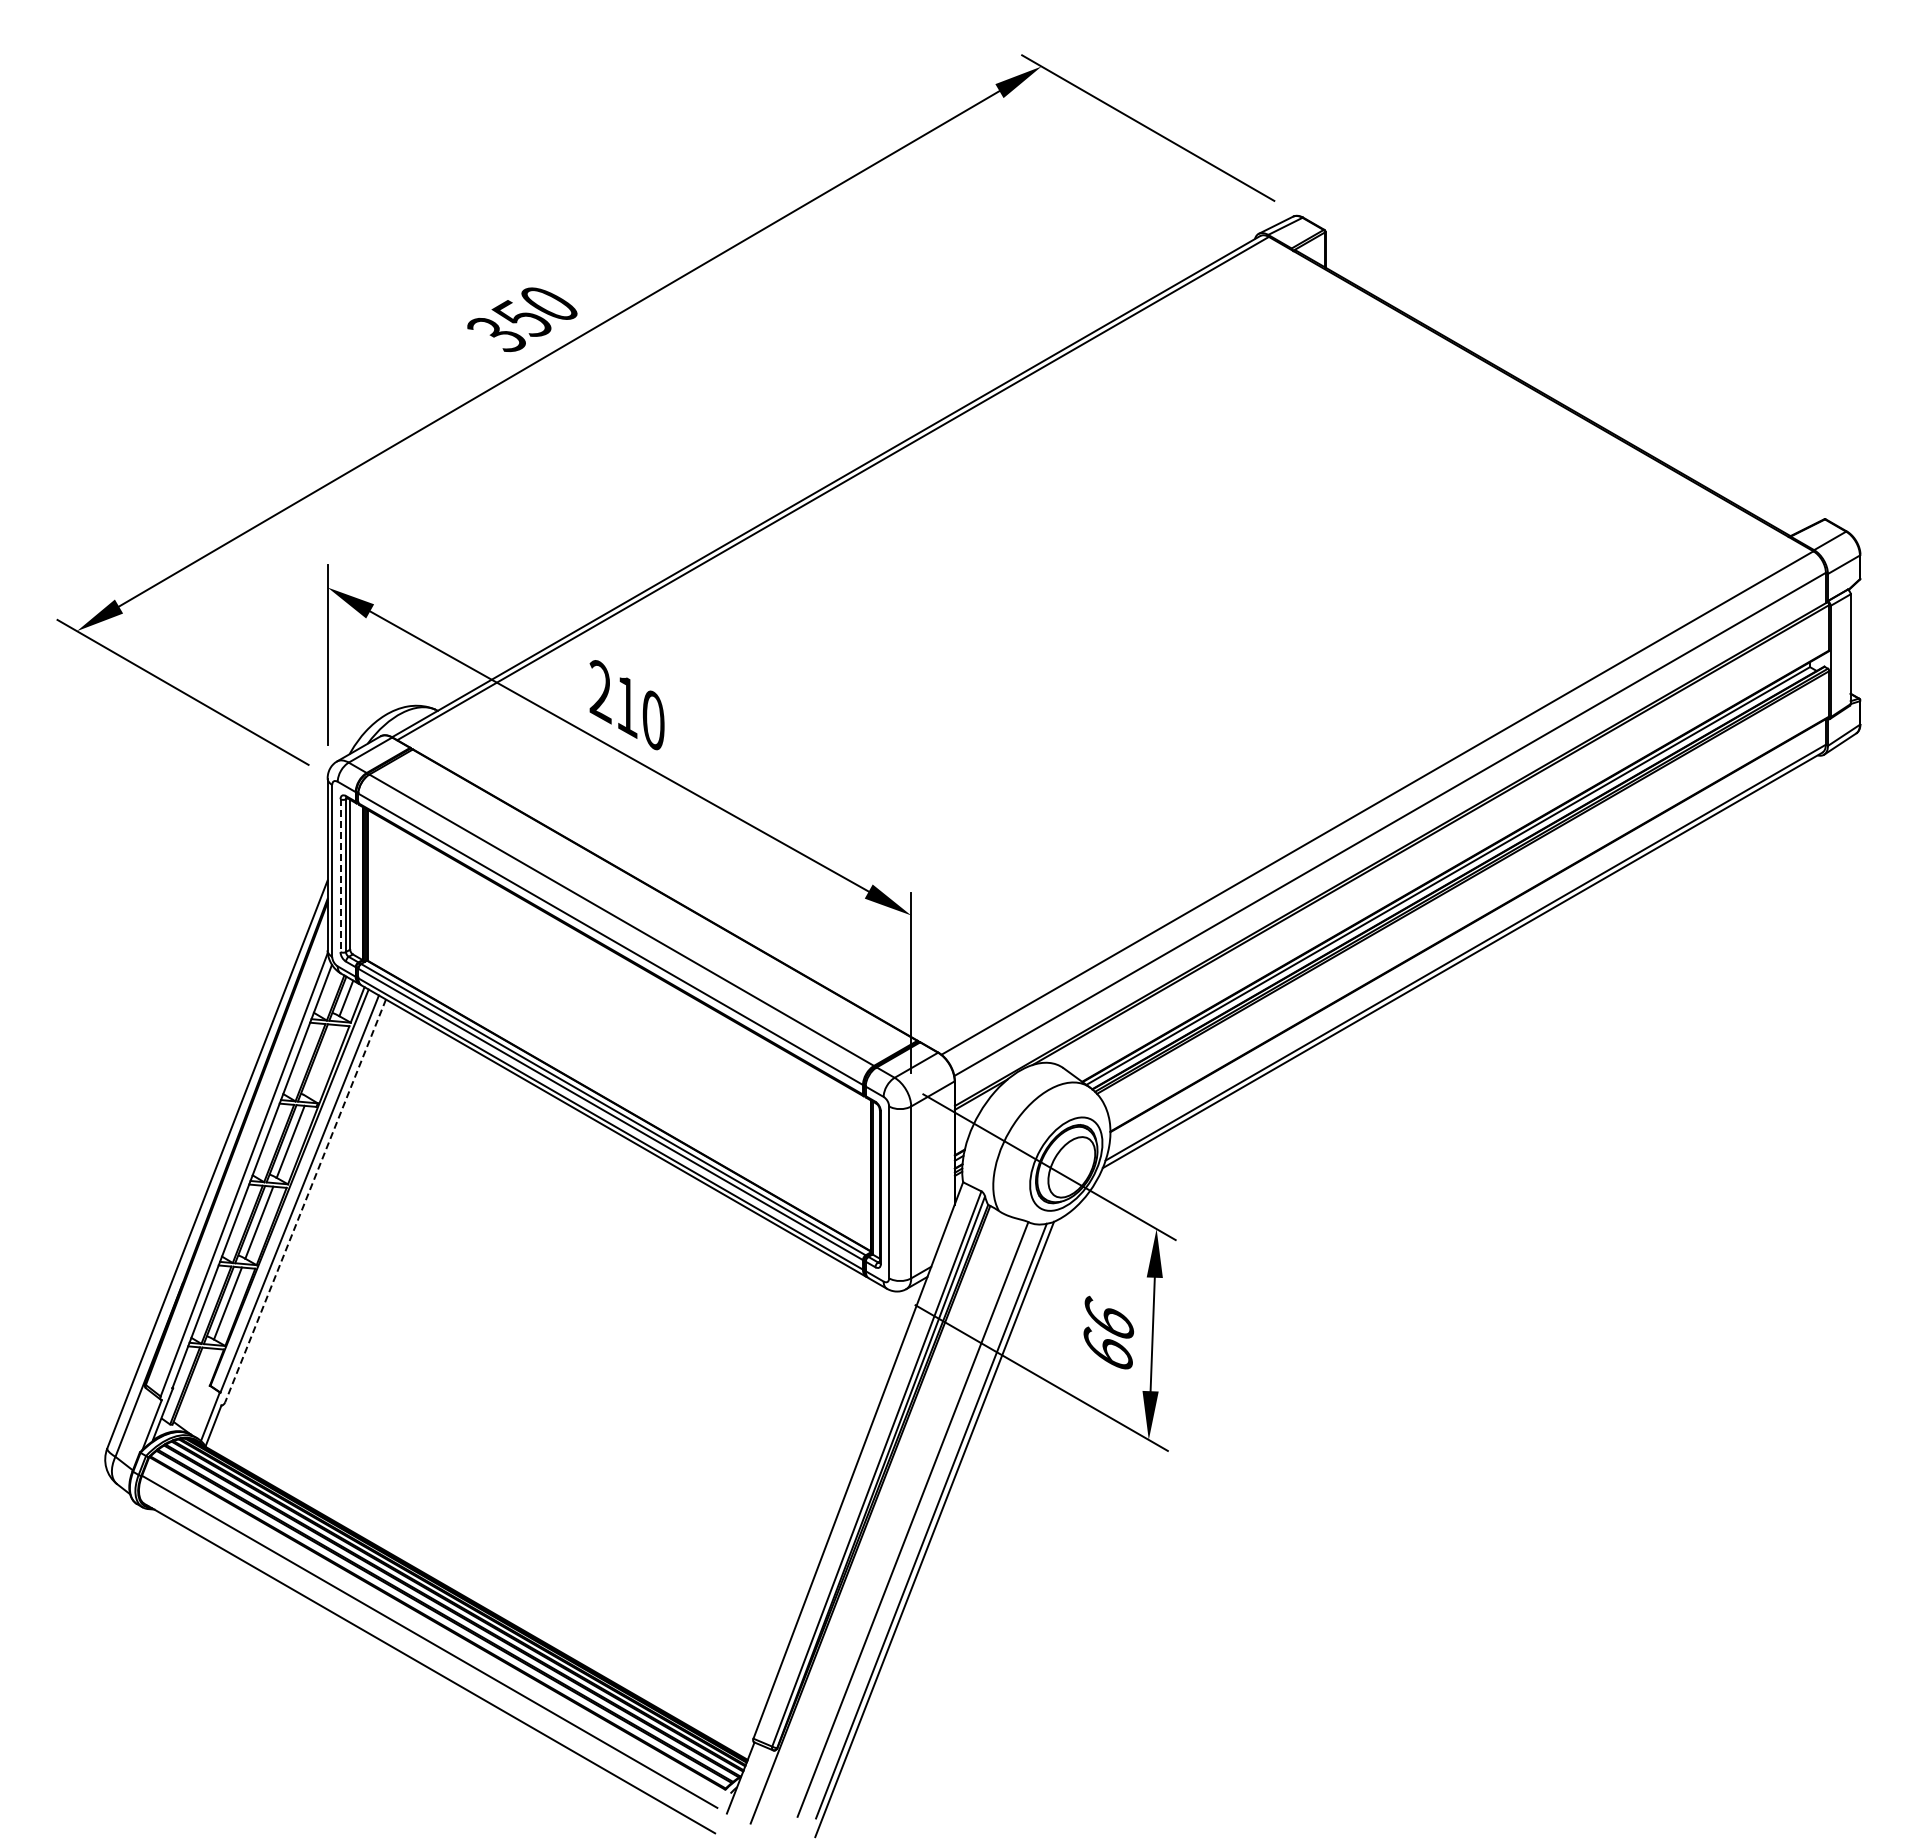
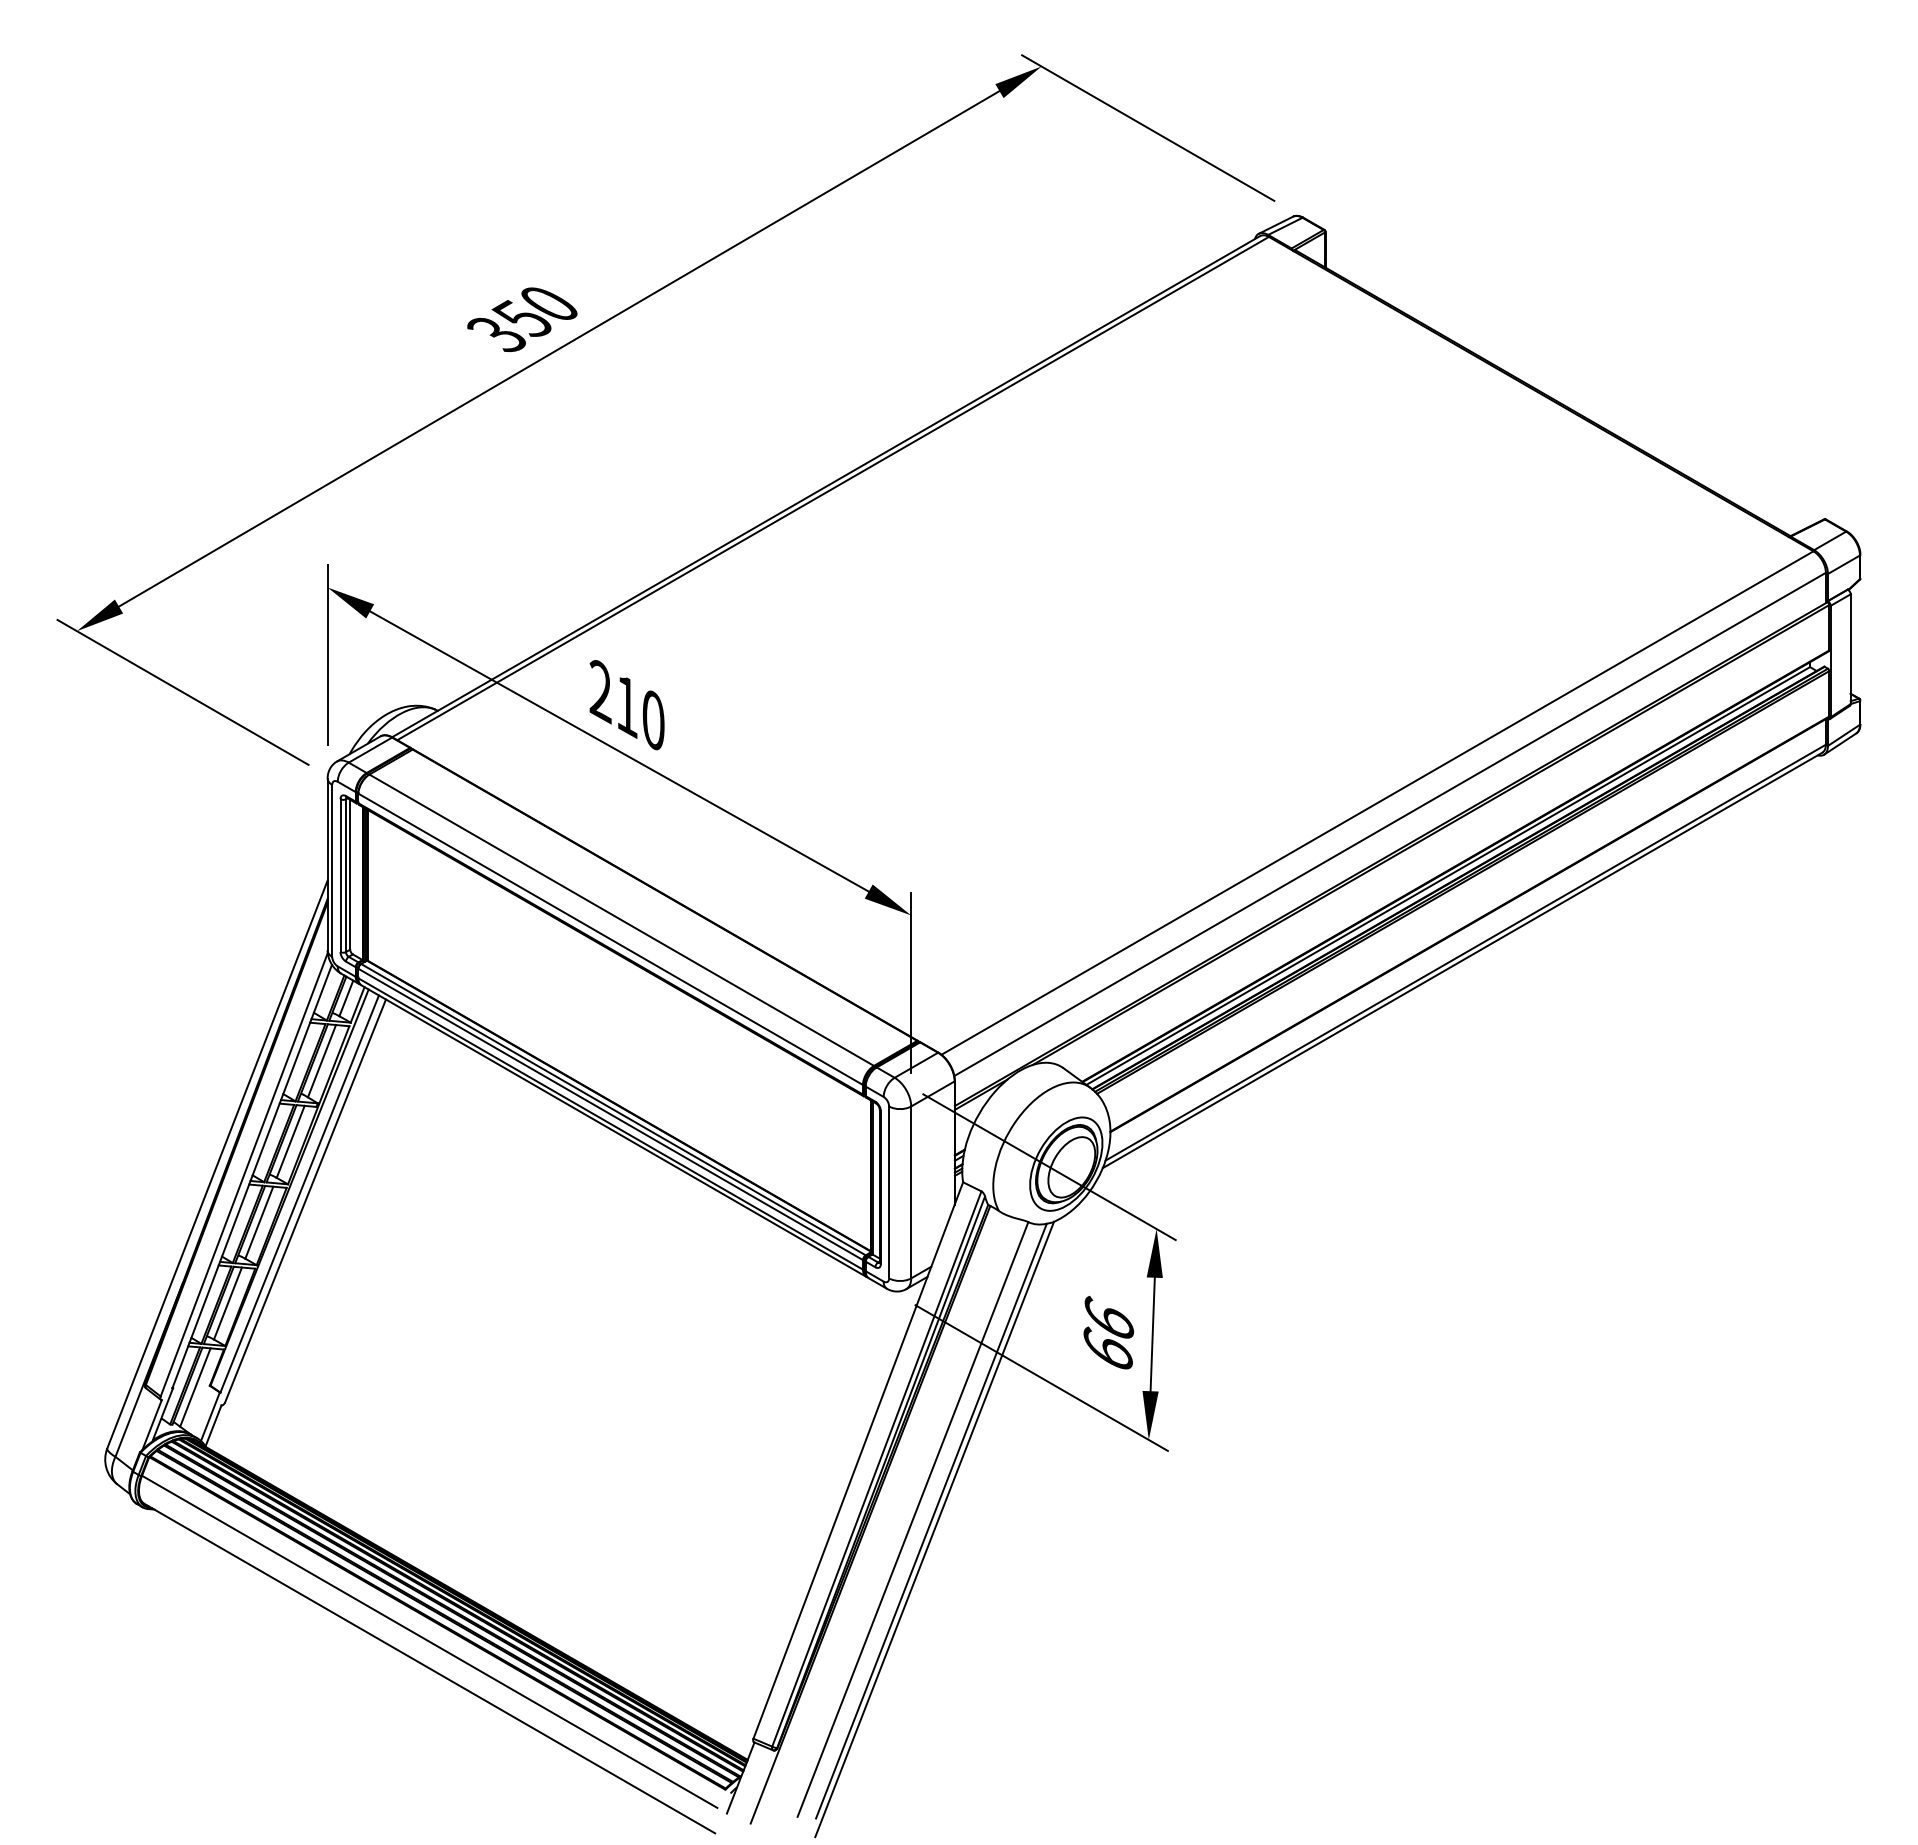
line at (340, 876): dashed -> solid
line at (321, 1061): none -> present
line at (305, 1200): dashed -> solid
line at (195, 1387): none -> present
